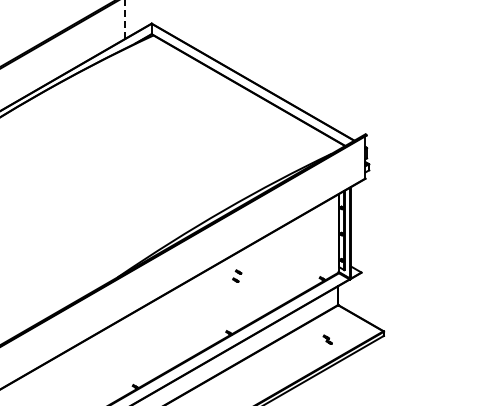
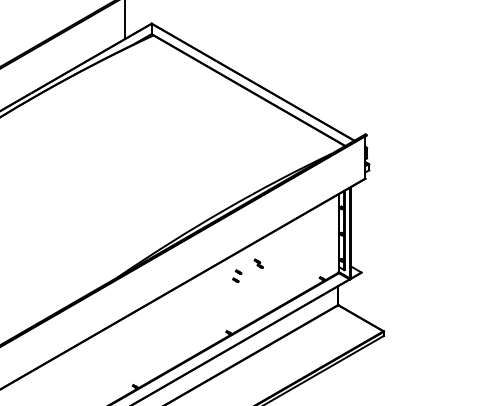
line at (125, 19): dashed -> solid
part at (327, 339) position: (327, 339) -> (258, 263)
